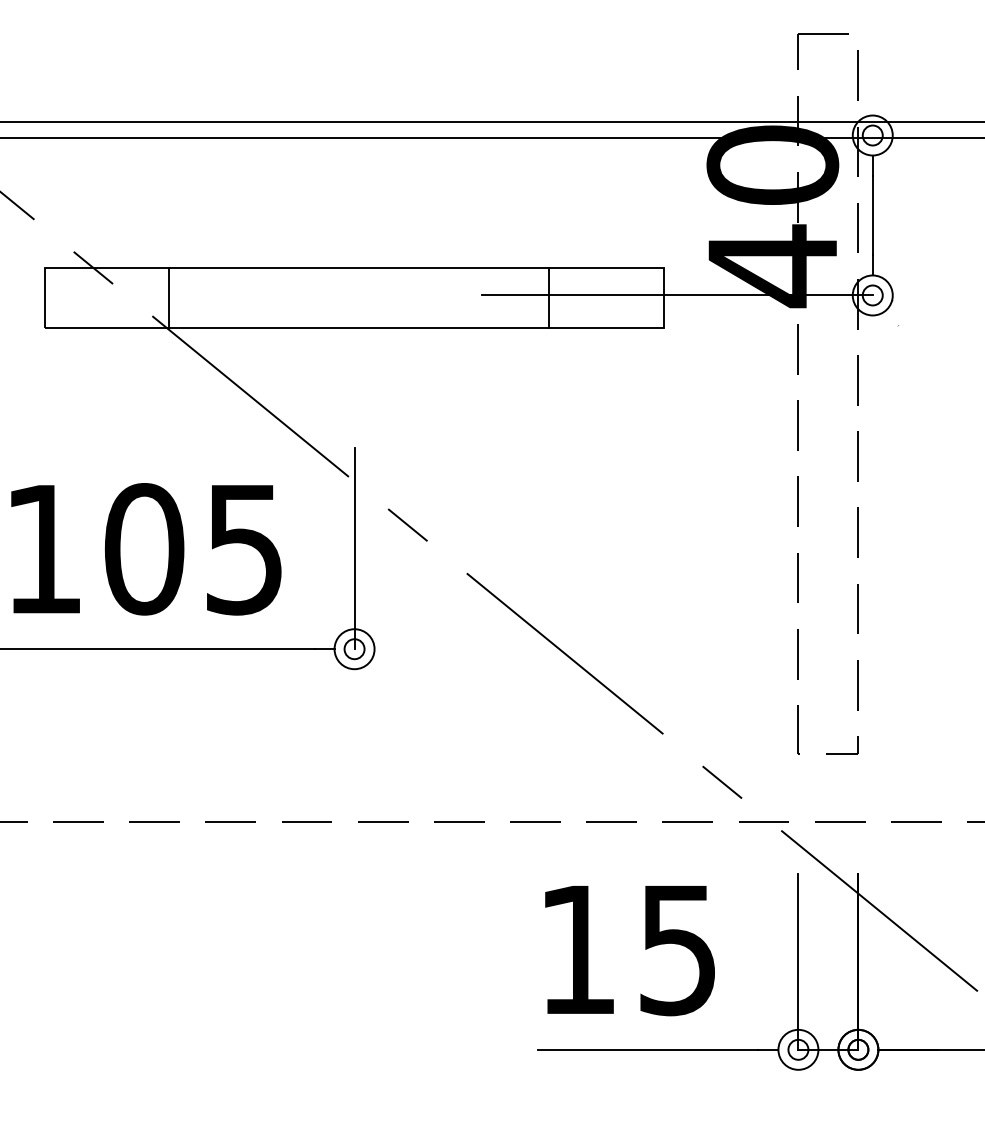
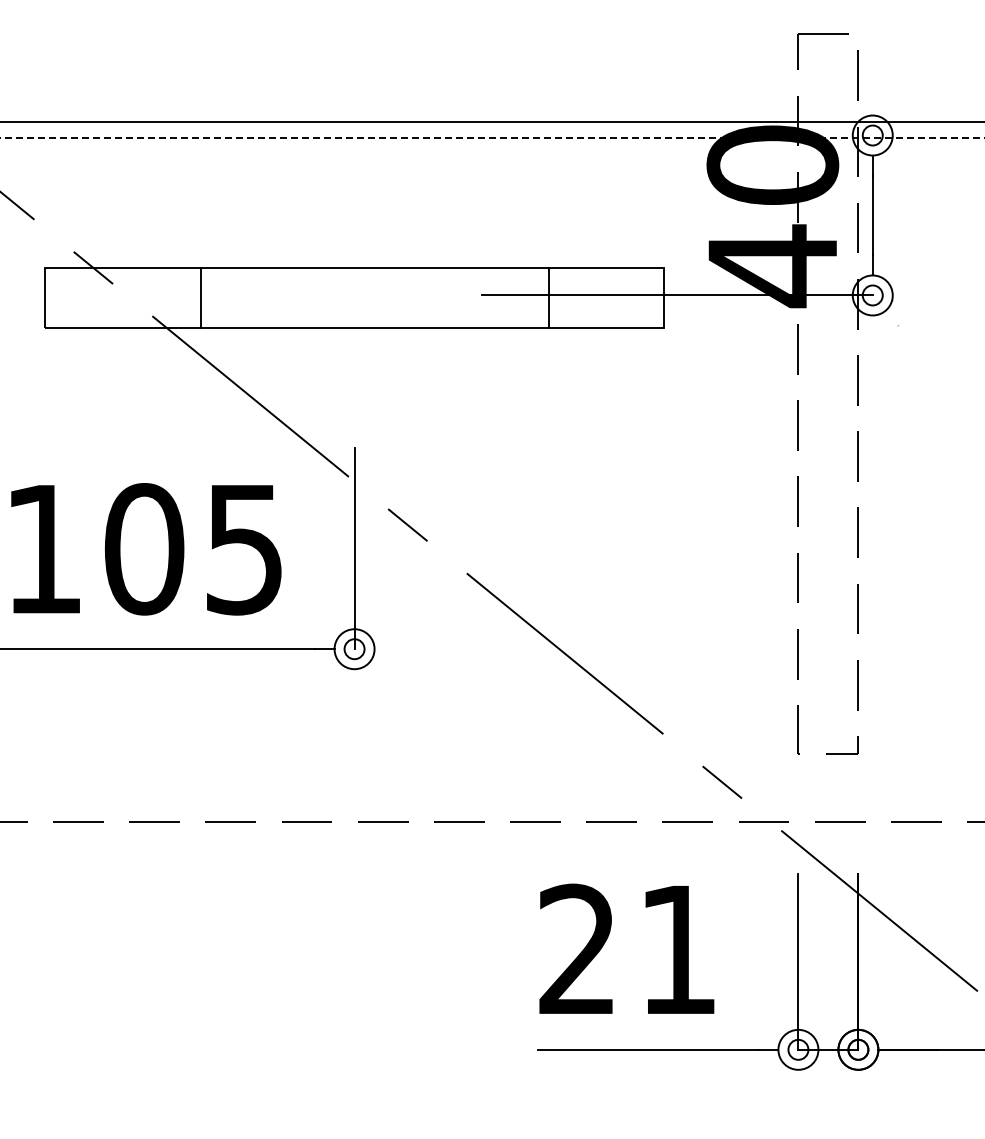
line at (492, 138): solid -> dashed
line at (168, 298) position: (168, 298) -> (200, 298)
text at (626, 949): 15 -> 21
